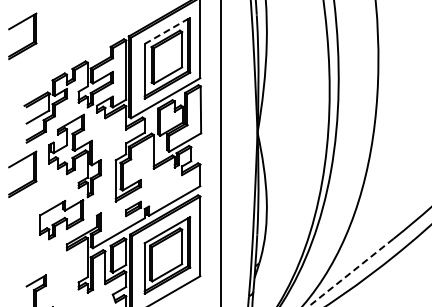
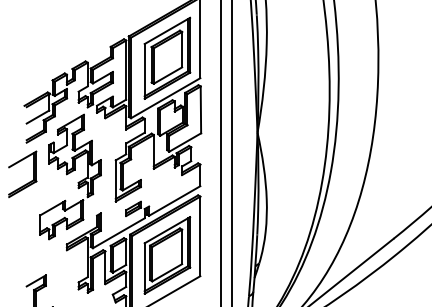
line at (167, 30): dashed -> solid
part at (27, 44): present -> none
line at (231, 152): none -> present
line at (350, 273): dashed -> solid
